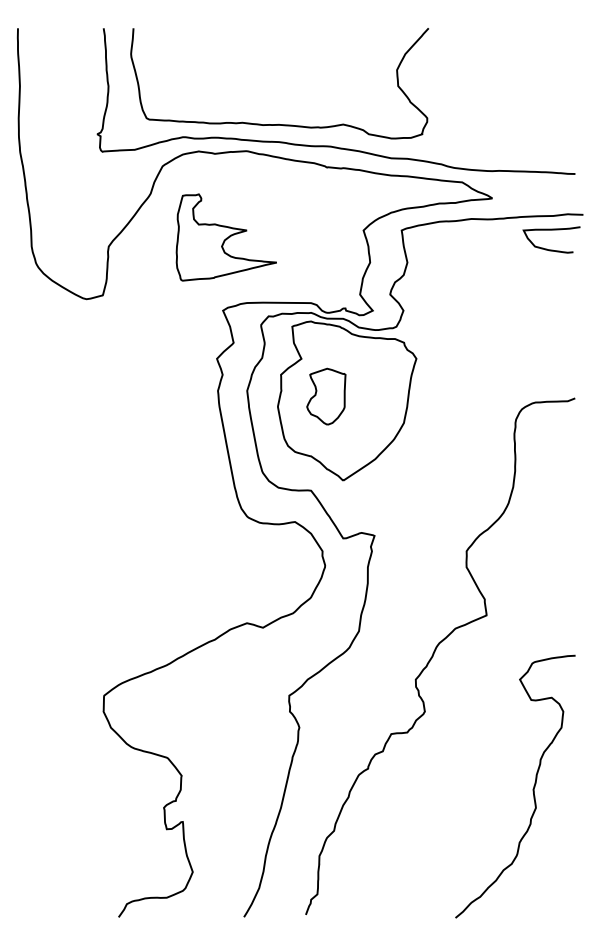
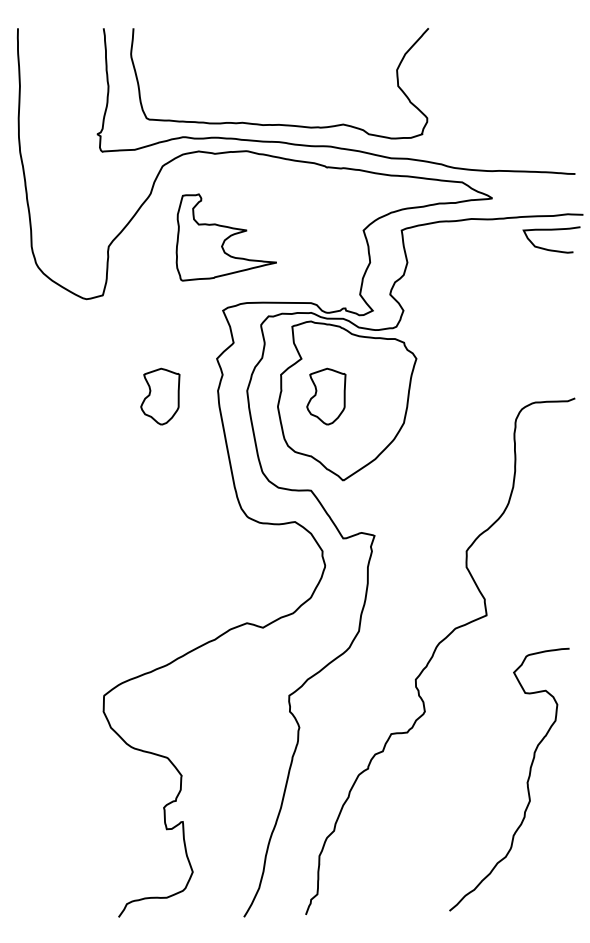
part at (160, 396): none -> present
curve at (532, 789) position: (532, 789) -> (526, 782)
